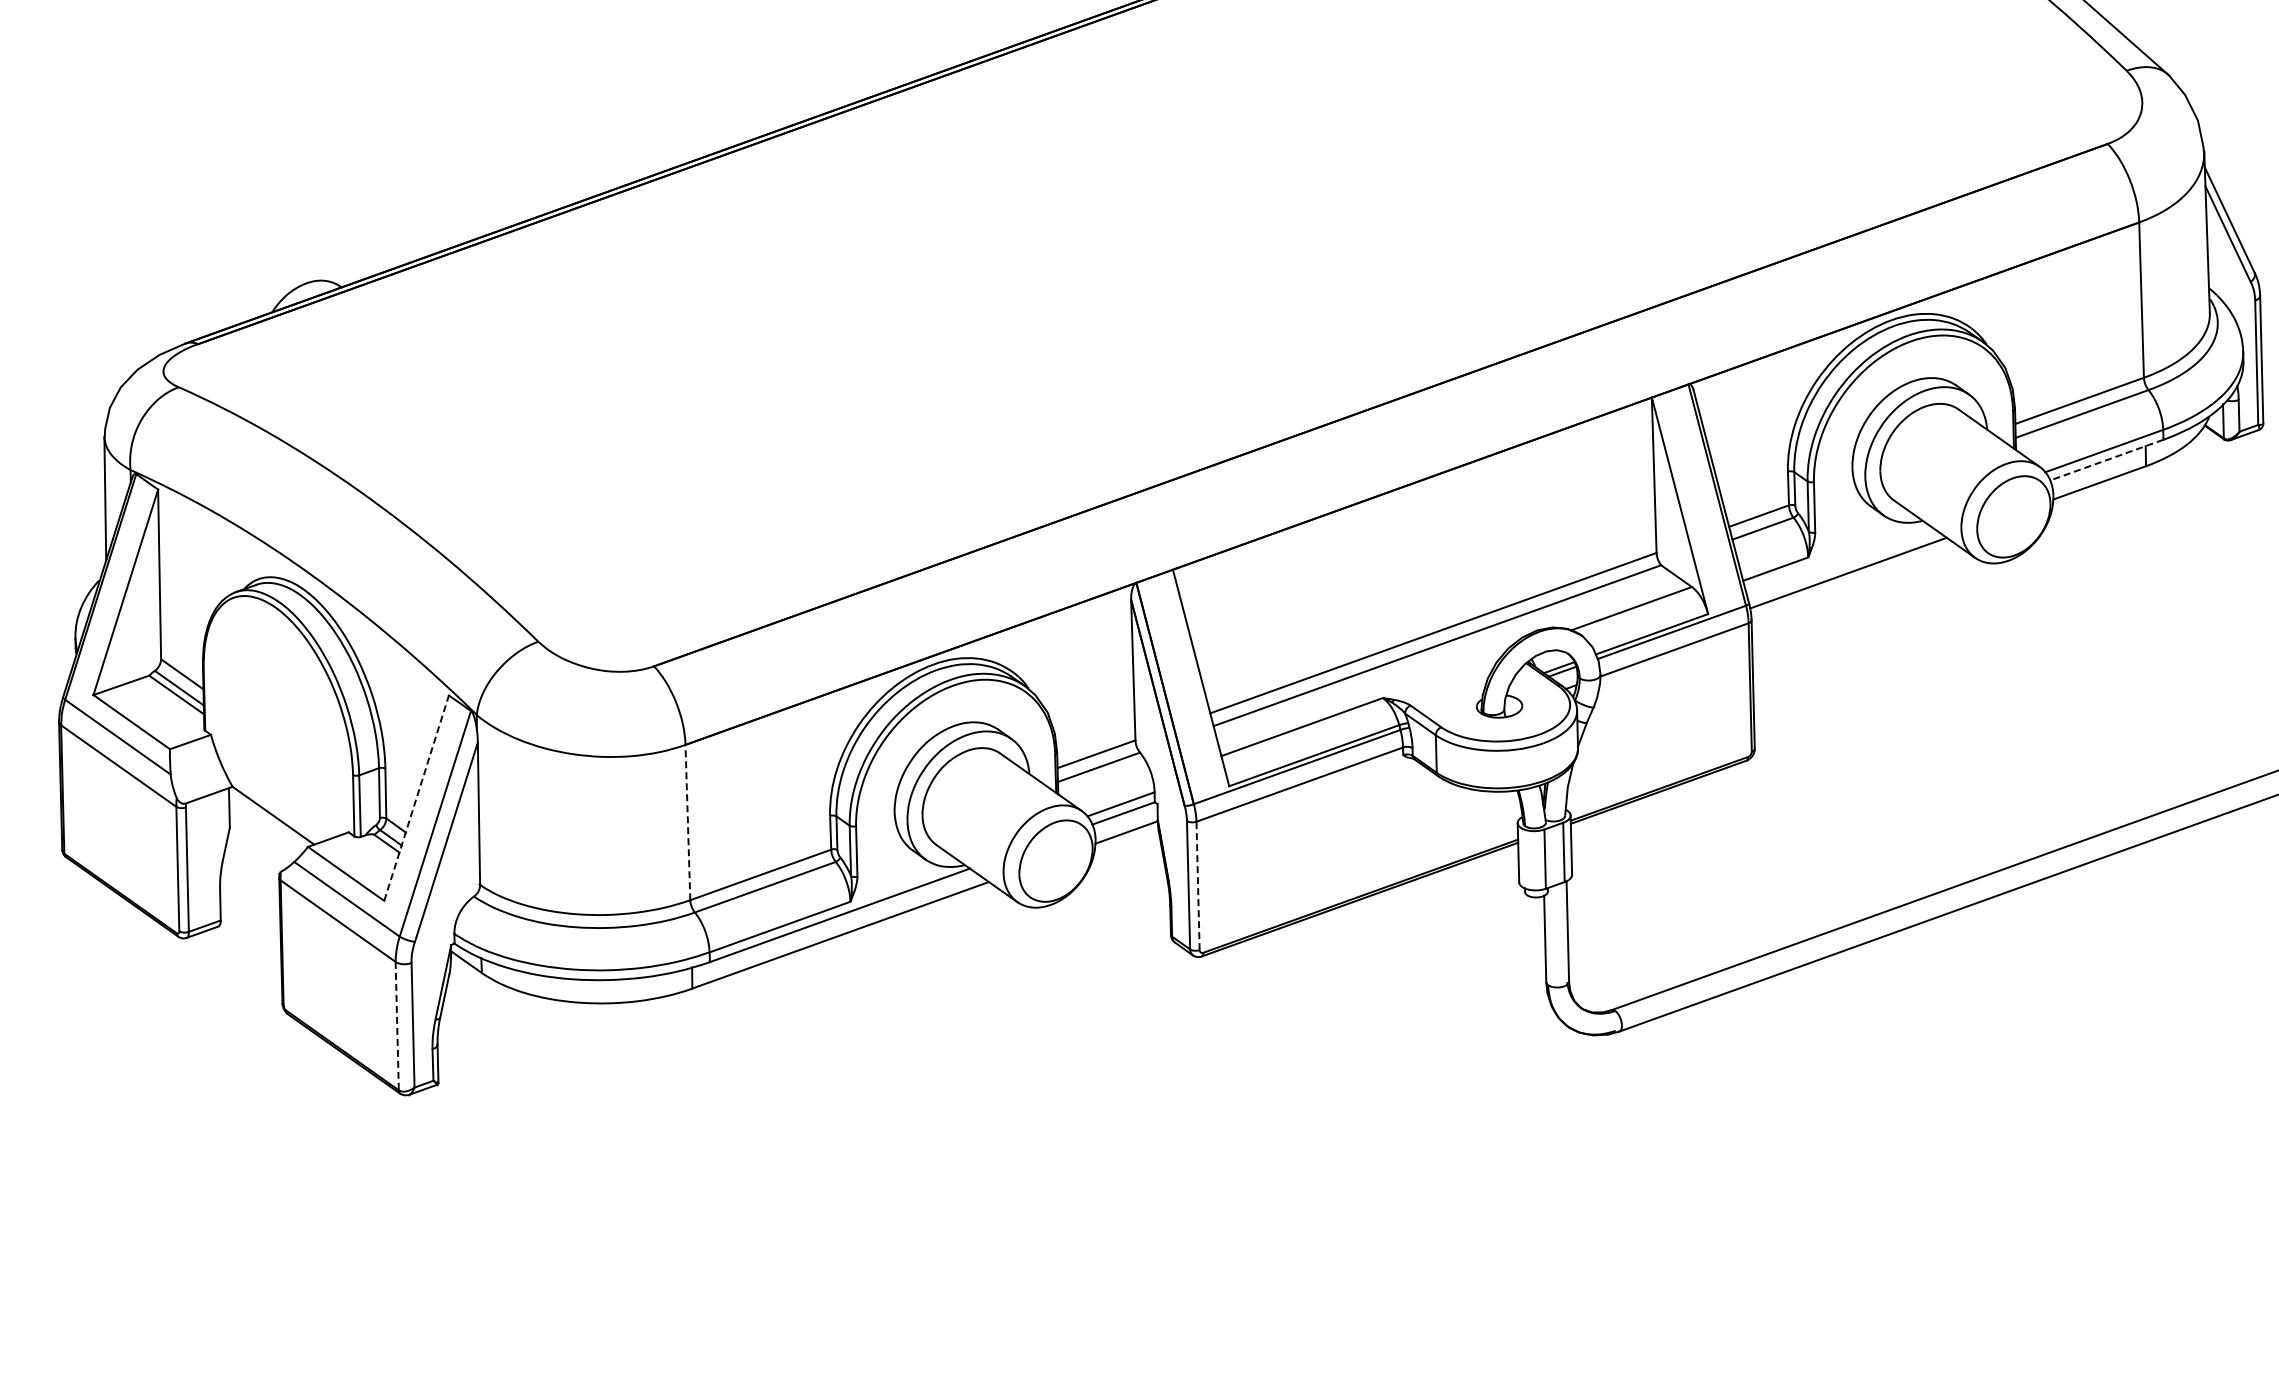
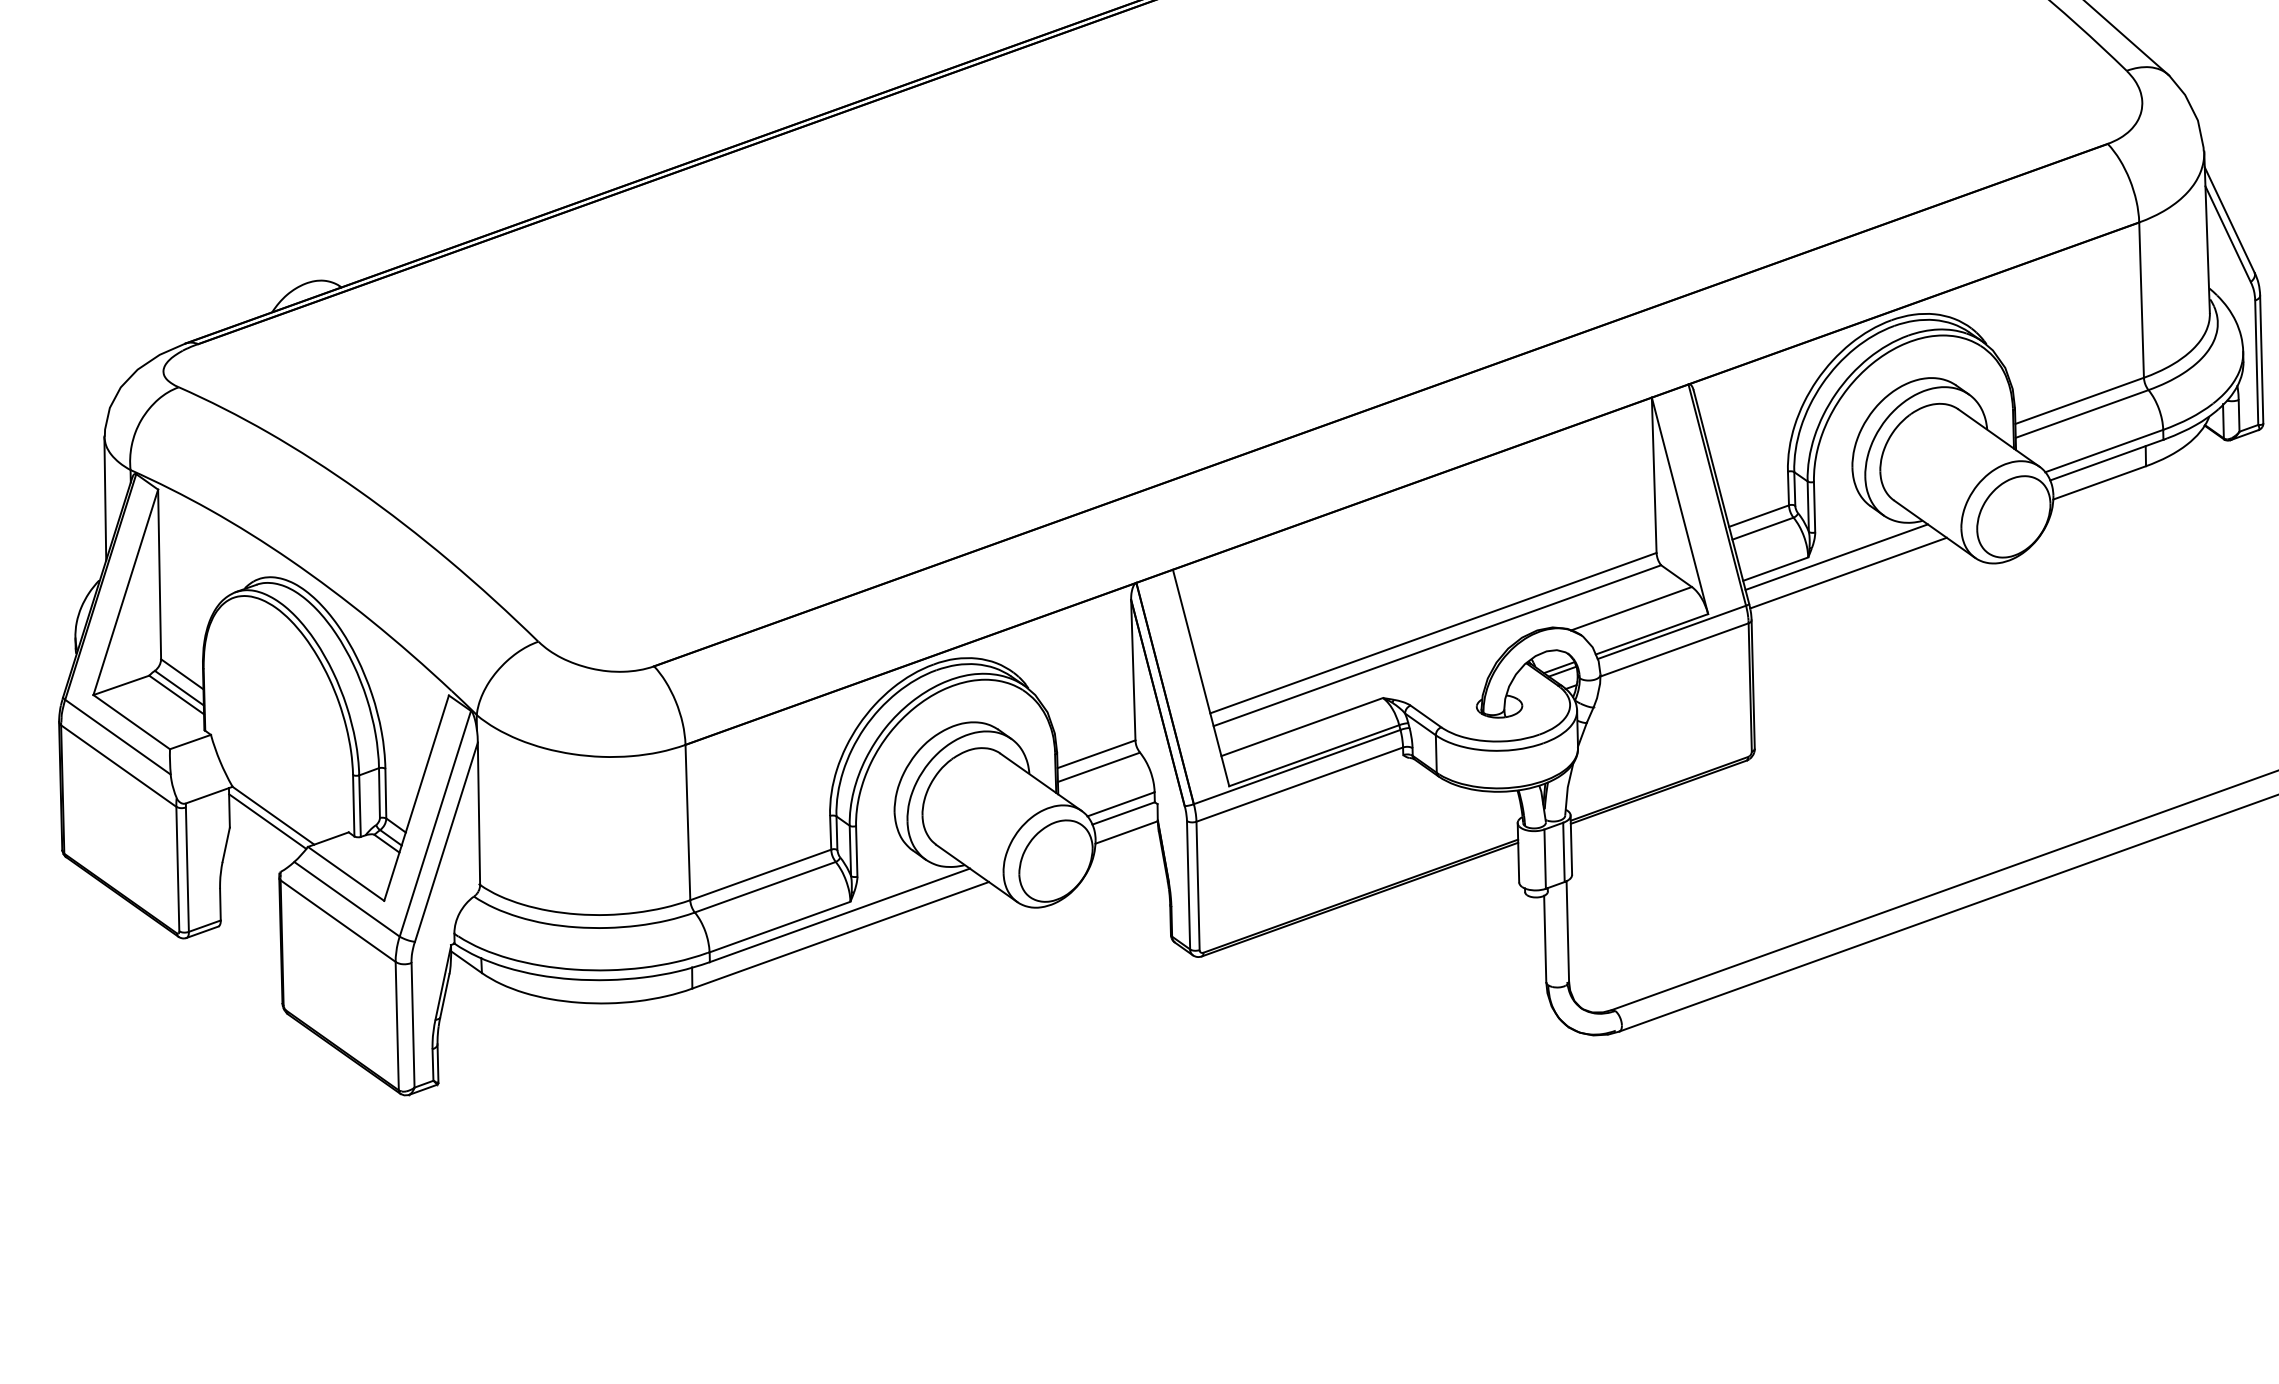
line at (2106, 460): dashed -> solid
line at (1836, 556): none -> present
line at (416, 798): dashed -> solid
line at (267, 821): none -> present
line at (687, 822): dashed -> solid
line at (1198, 885): dashed -> solid
line at (397, 1026): dashed -> solid
